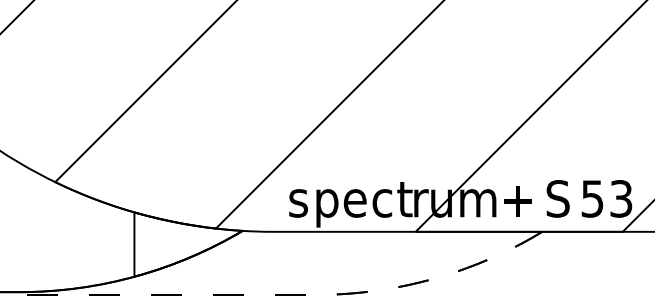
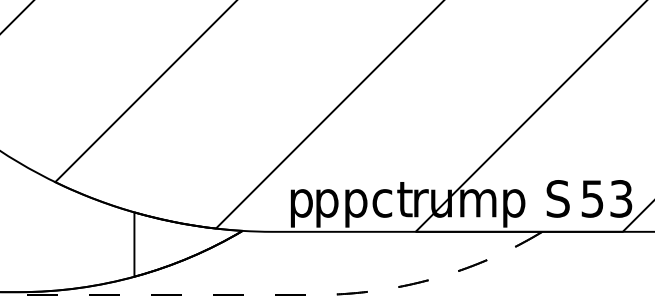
text at (517, 206): + -> p
text at (300, 208): s -> p
text at (355, 208): e -> p
